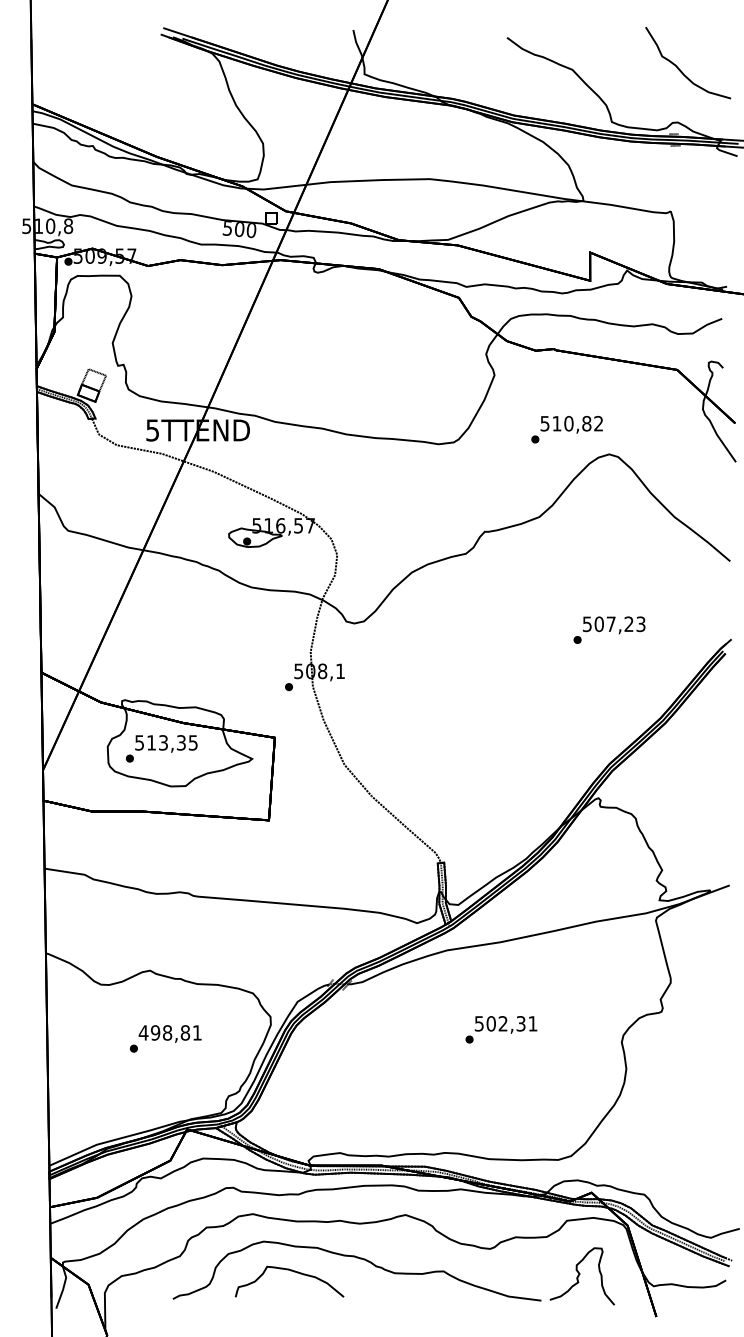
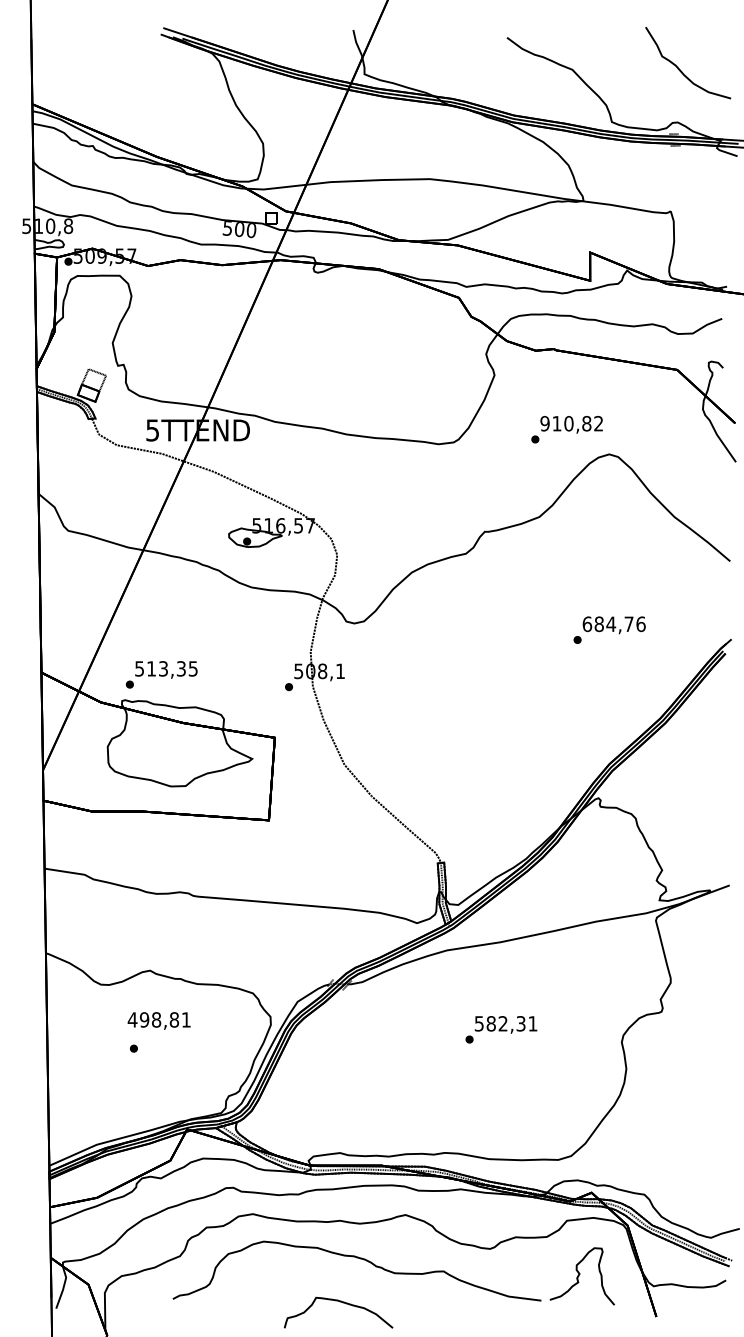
text at (544, 423): 510,82 -> 910,82
text at (613, 624): 507,23 -> 684,76
text at (161, 748) position: (161, 748) -> (161, 674)
text at (490, 1023): 502,31 -> 582,31
text at (169, 1033) position: (169, 1033) -> (158, 1020)
curve at (290, 1271) position: (290, 1271) -> (339, 1302)
